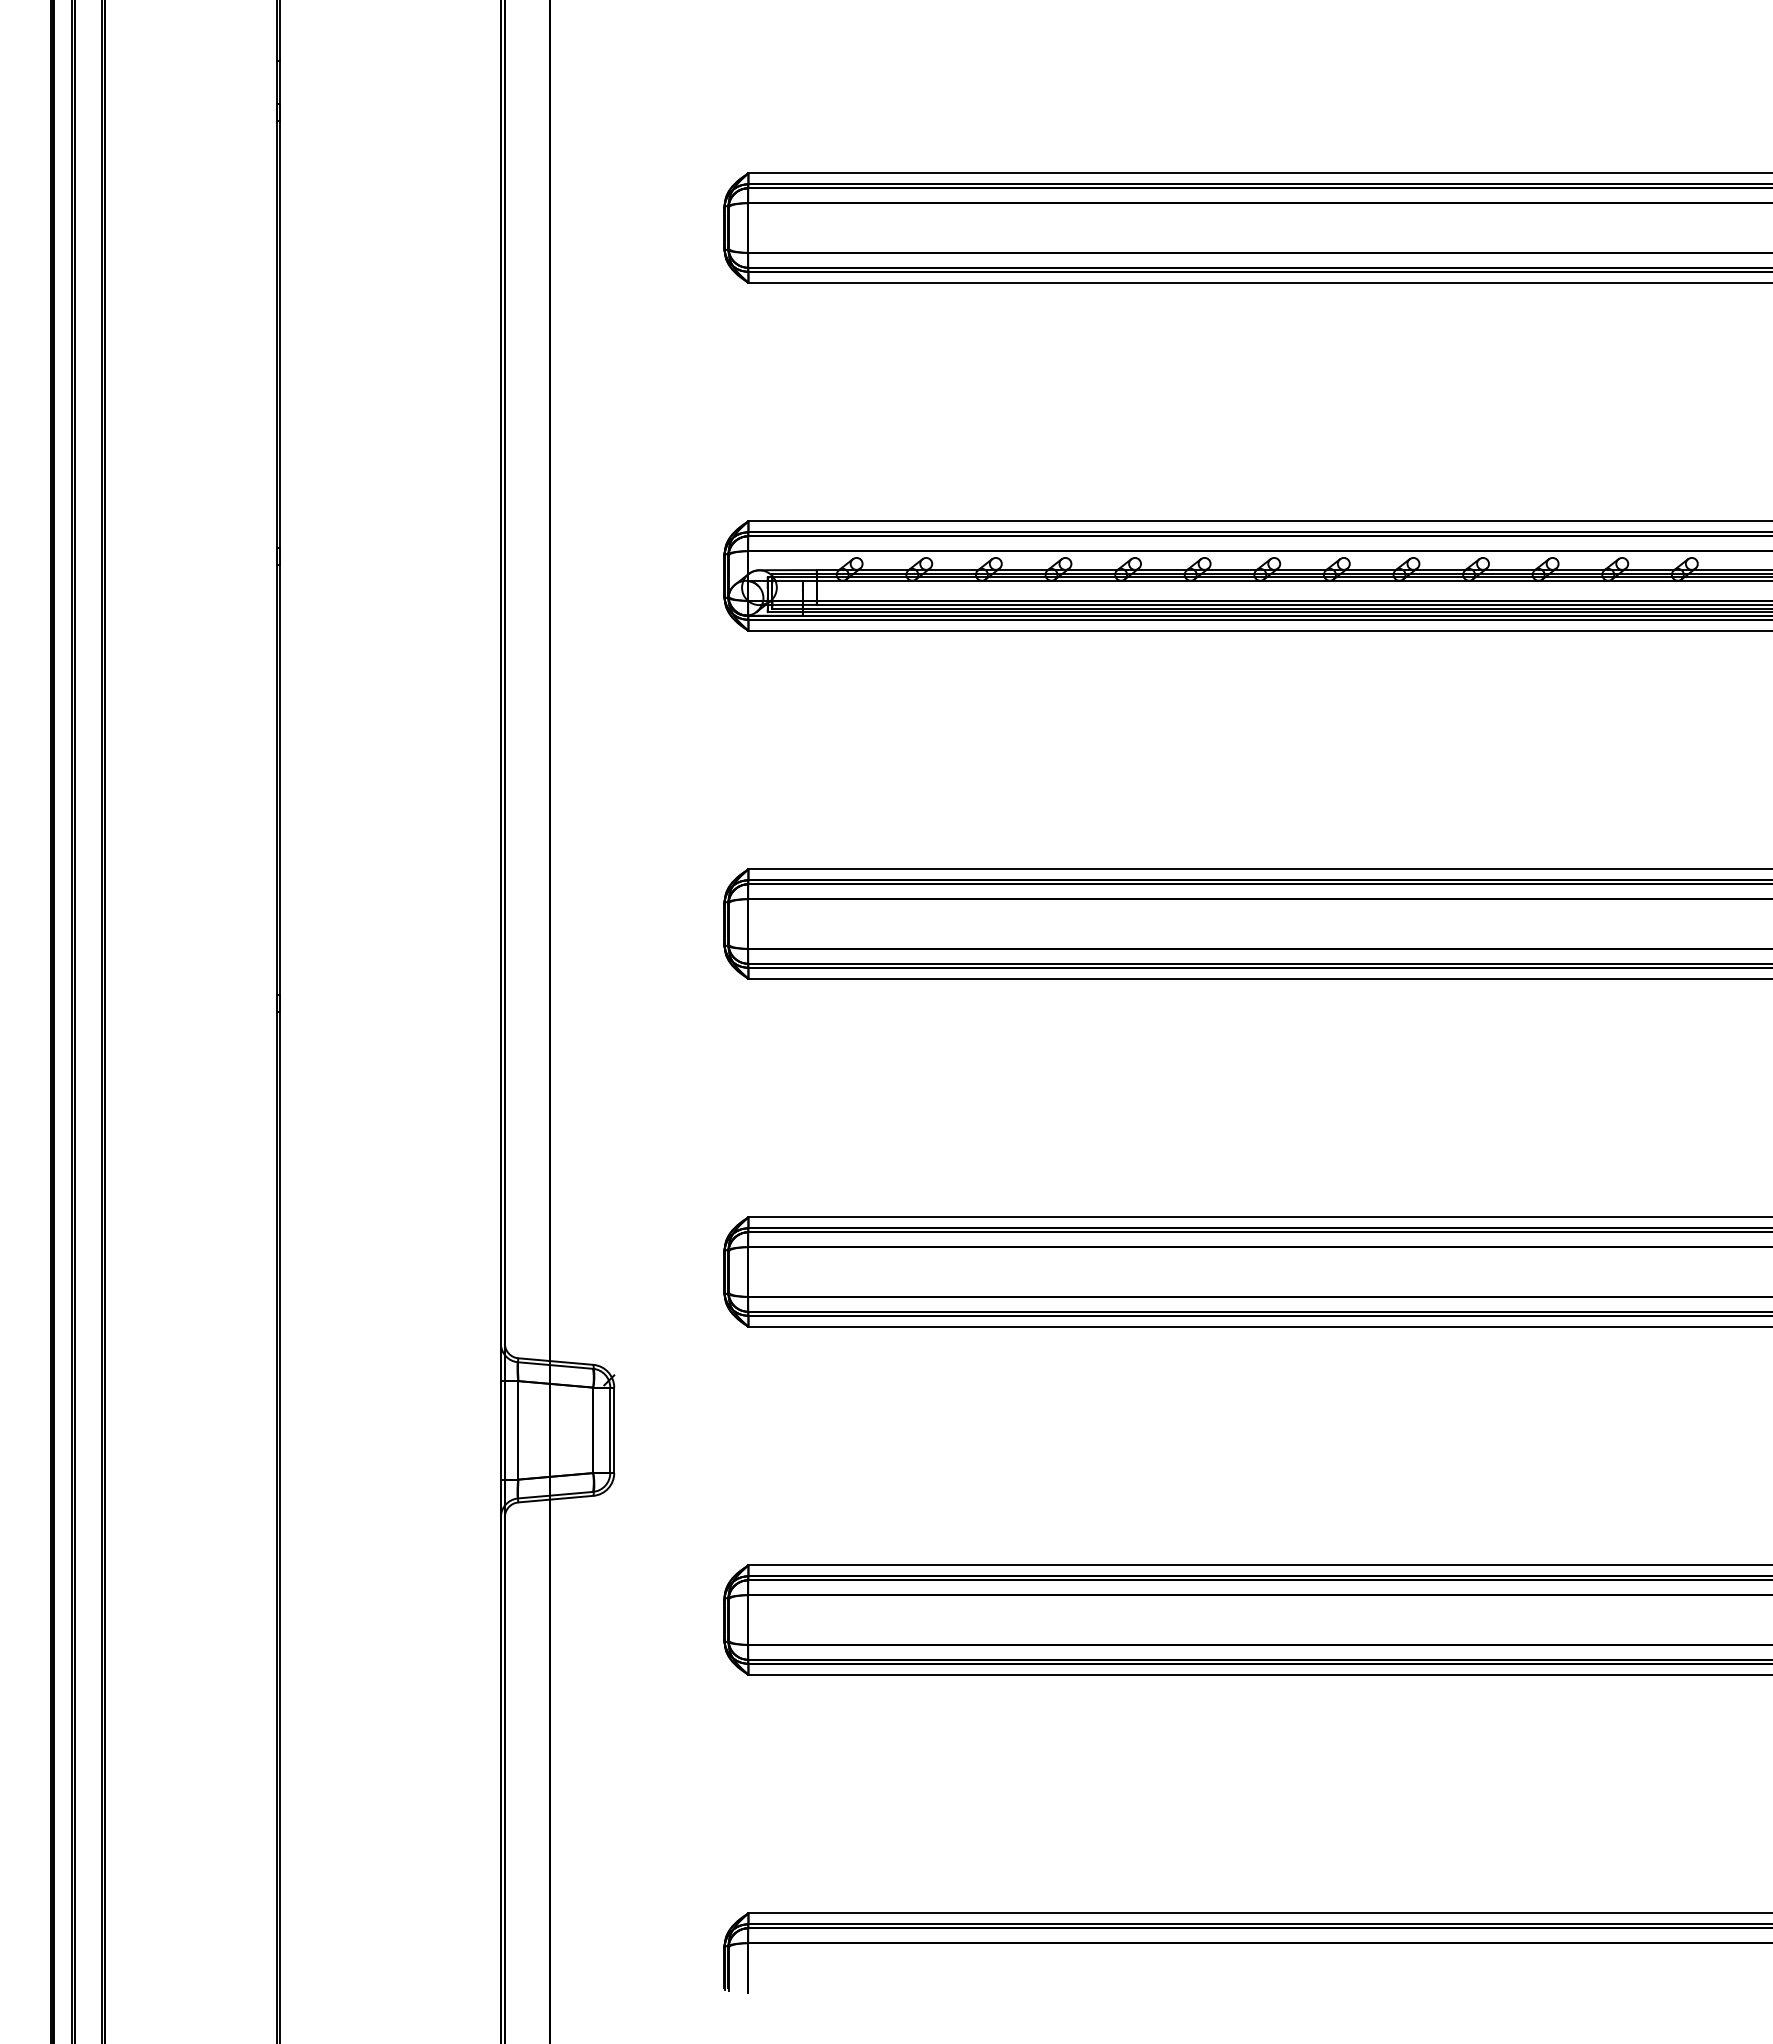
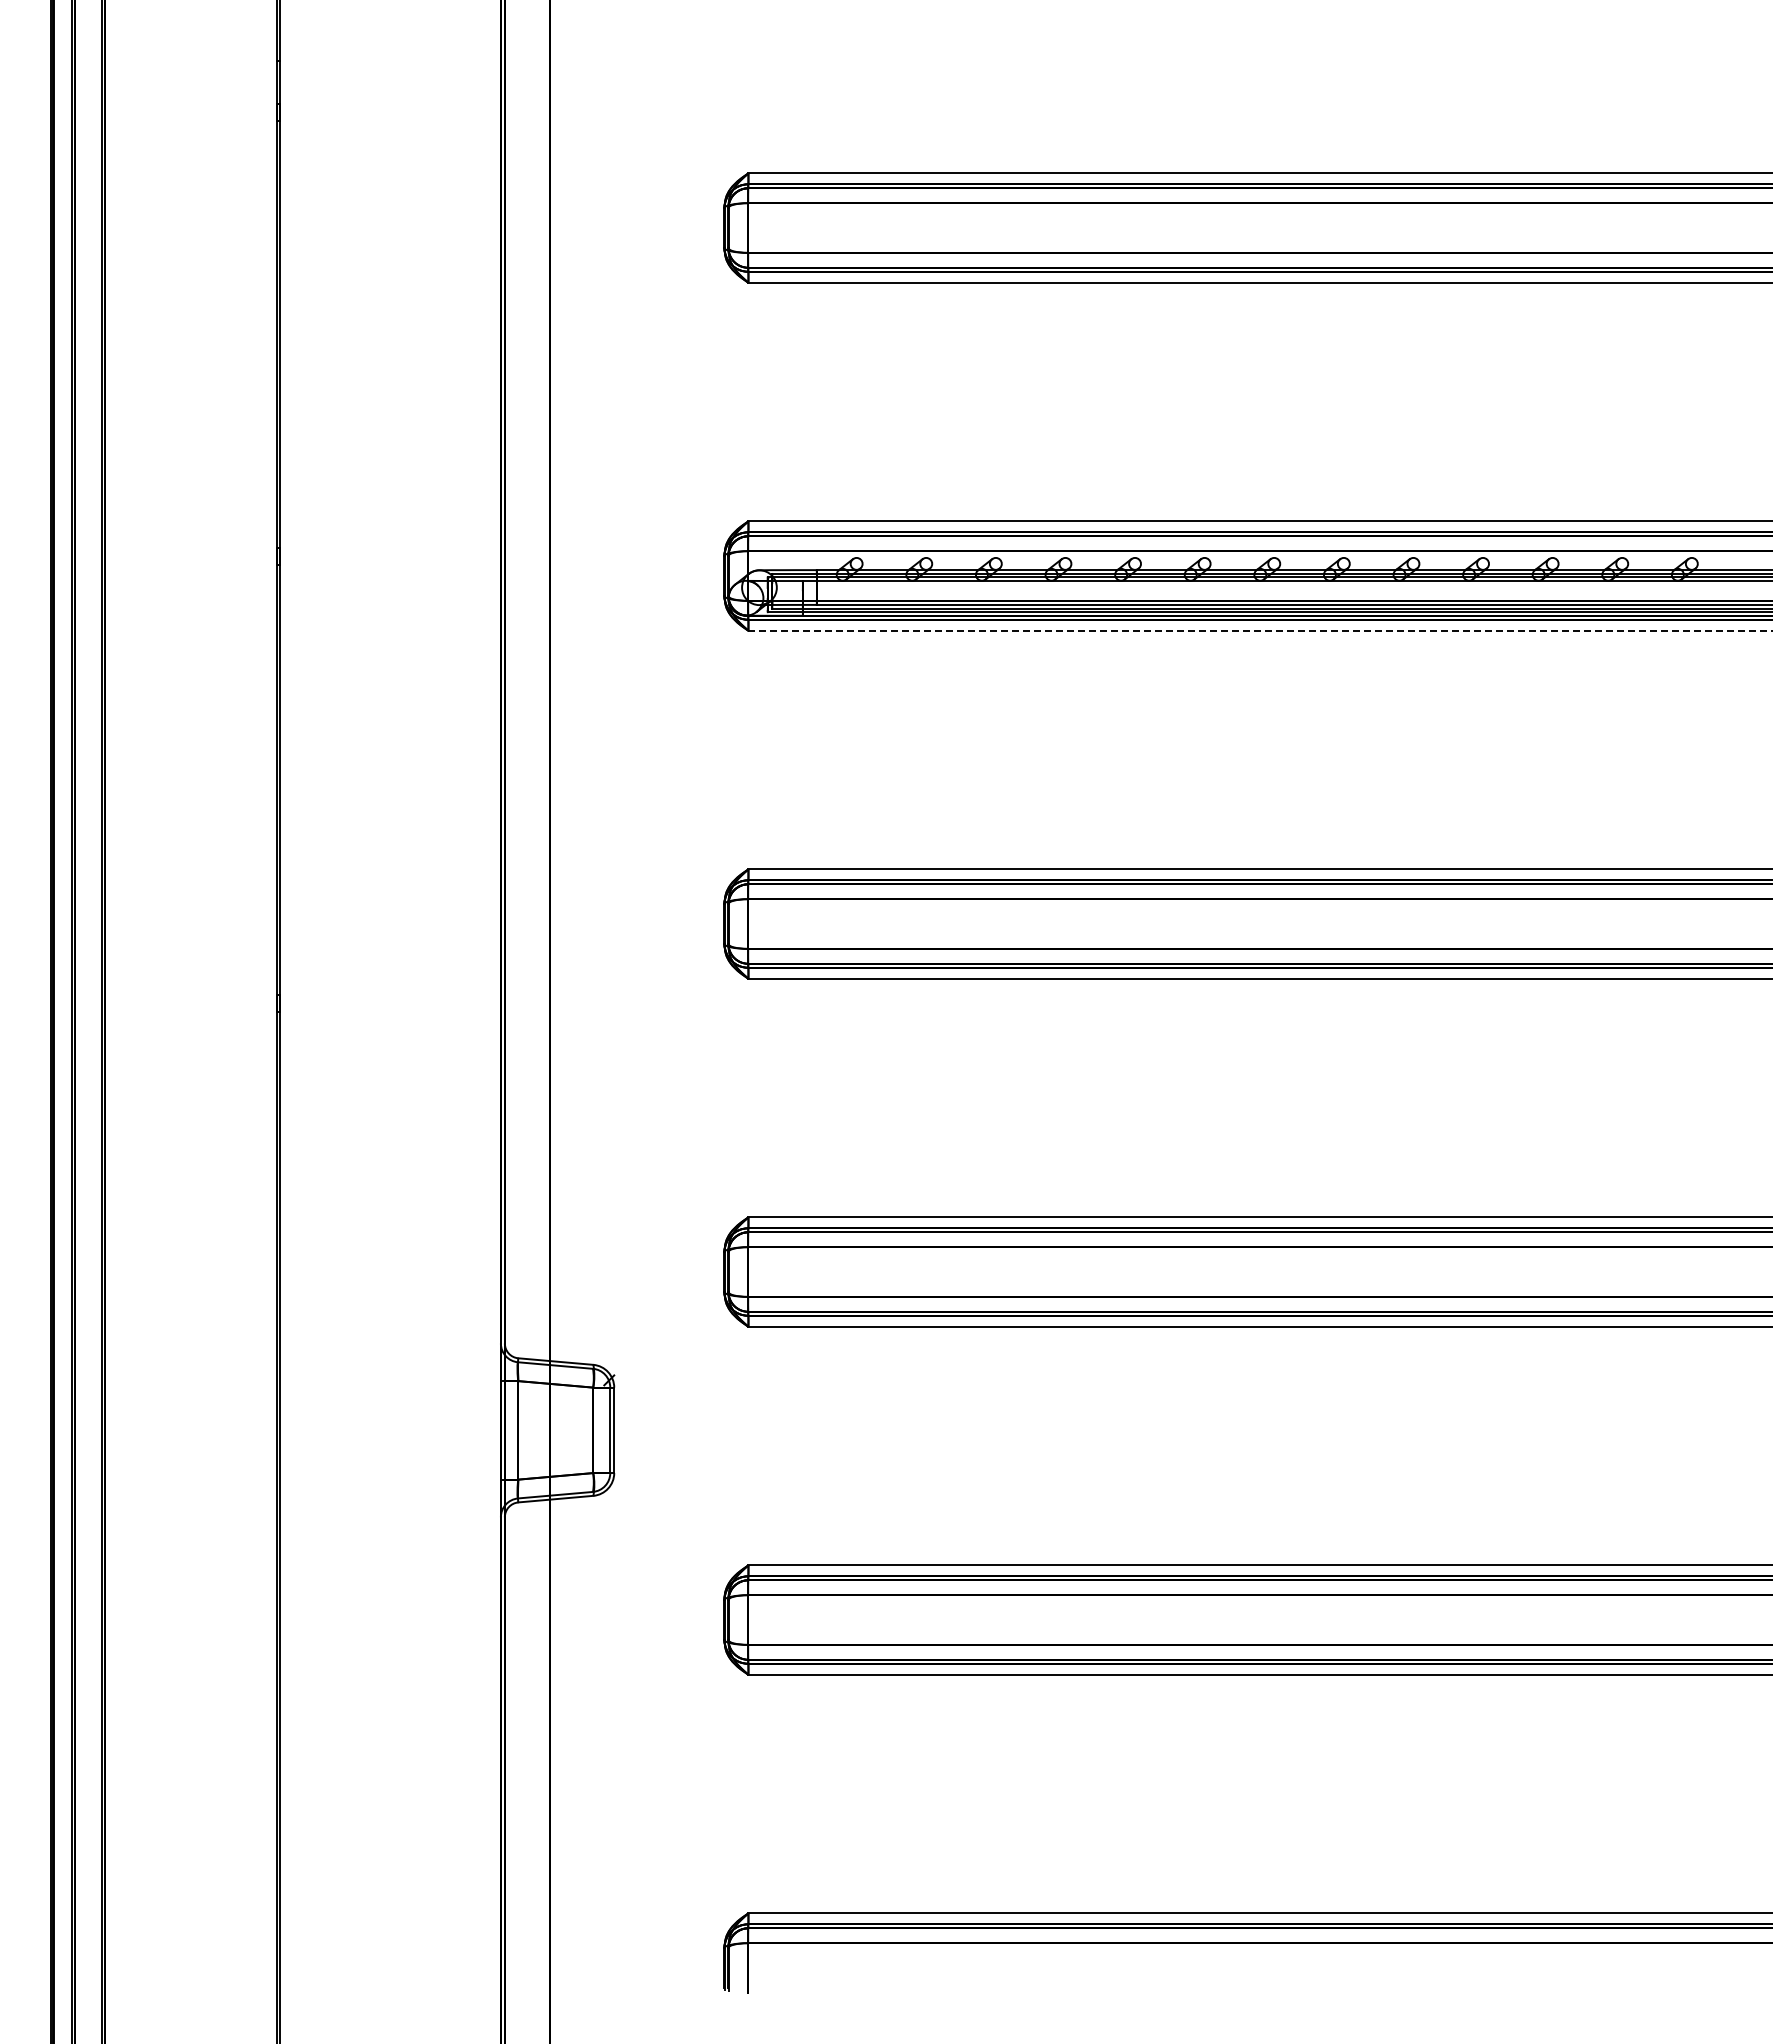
line at (1260, 630): solid -> dashed
